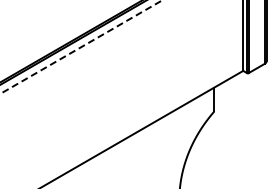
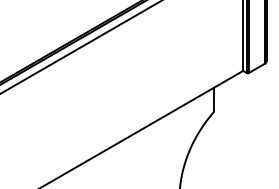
line at (81, 46): dashed -> solid
